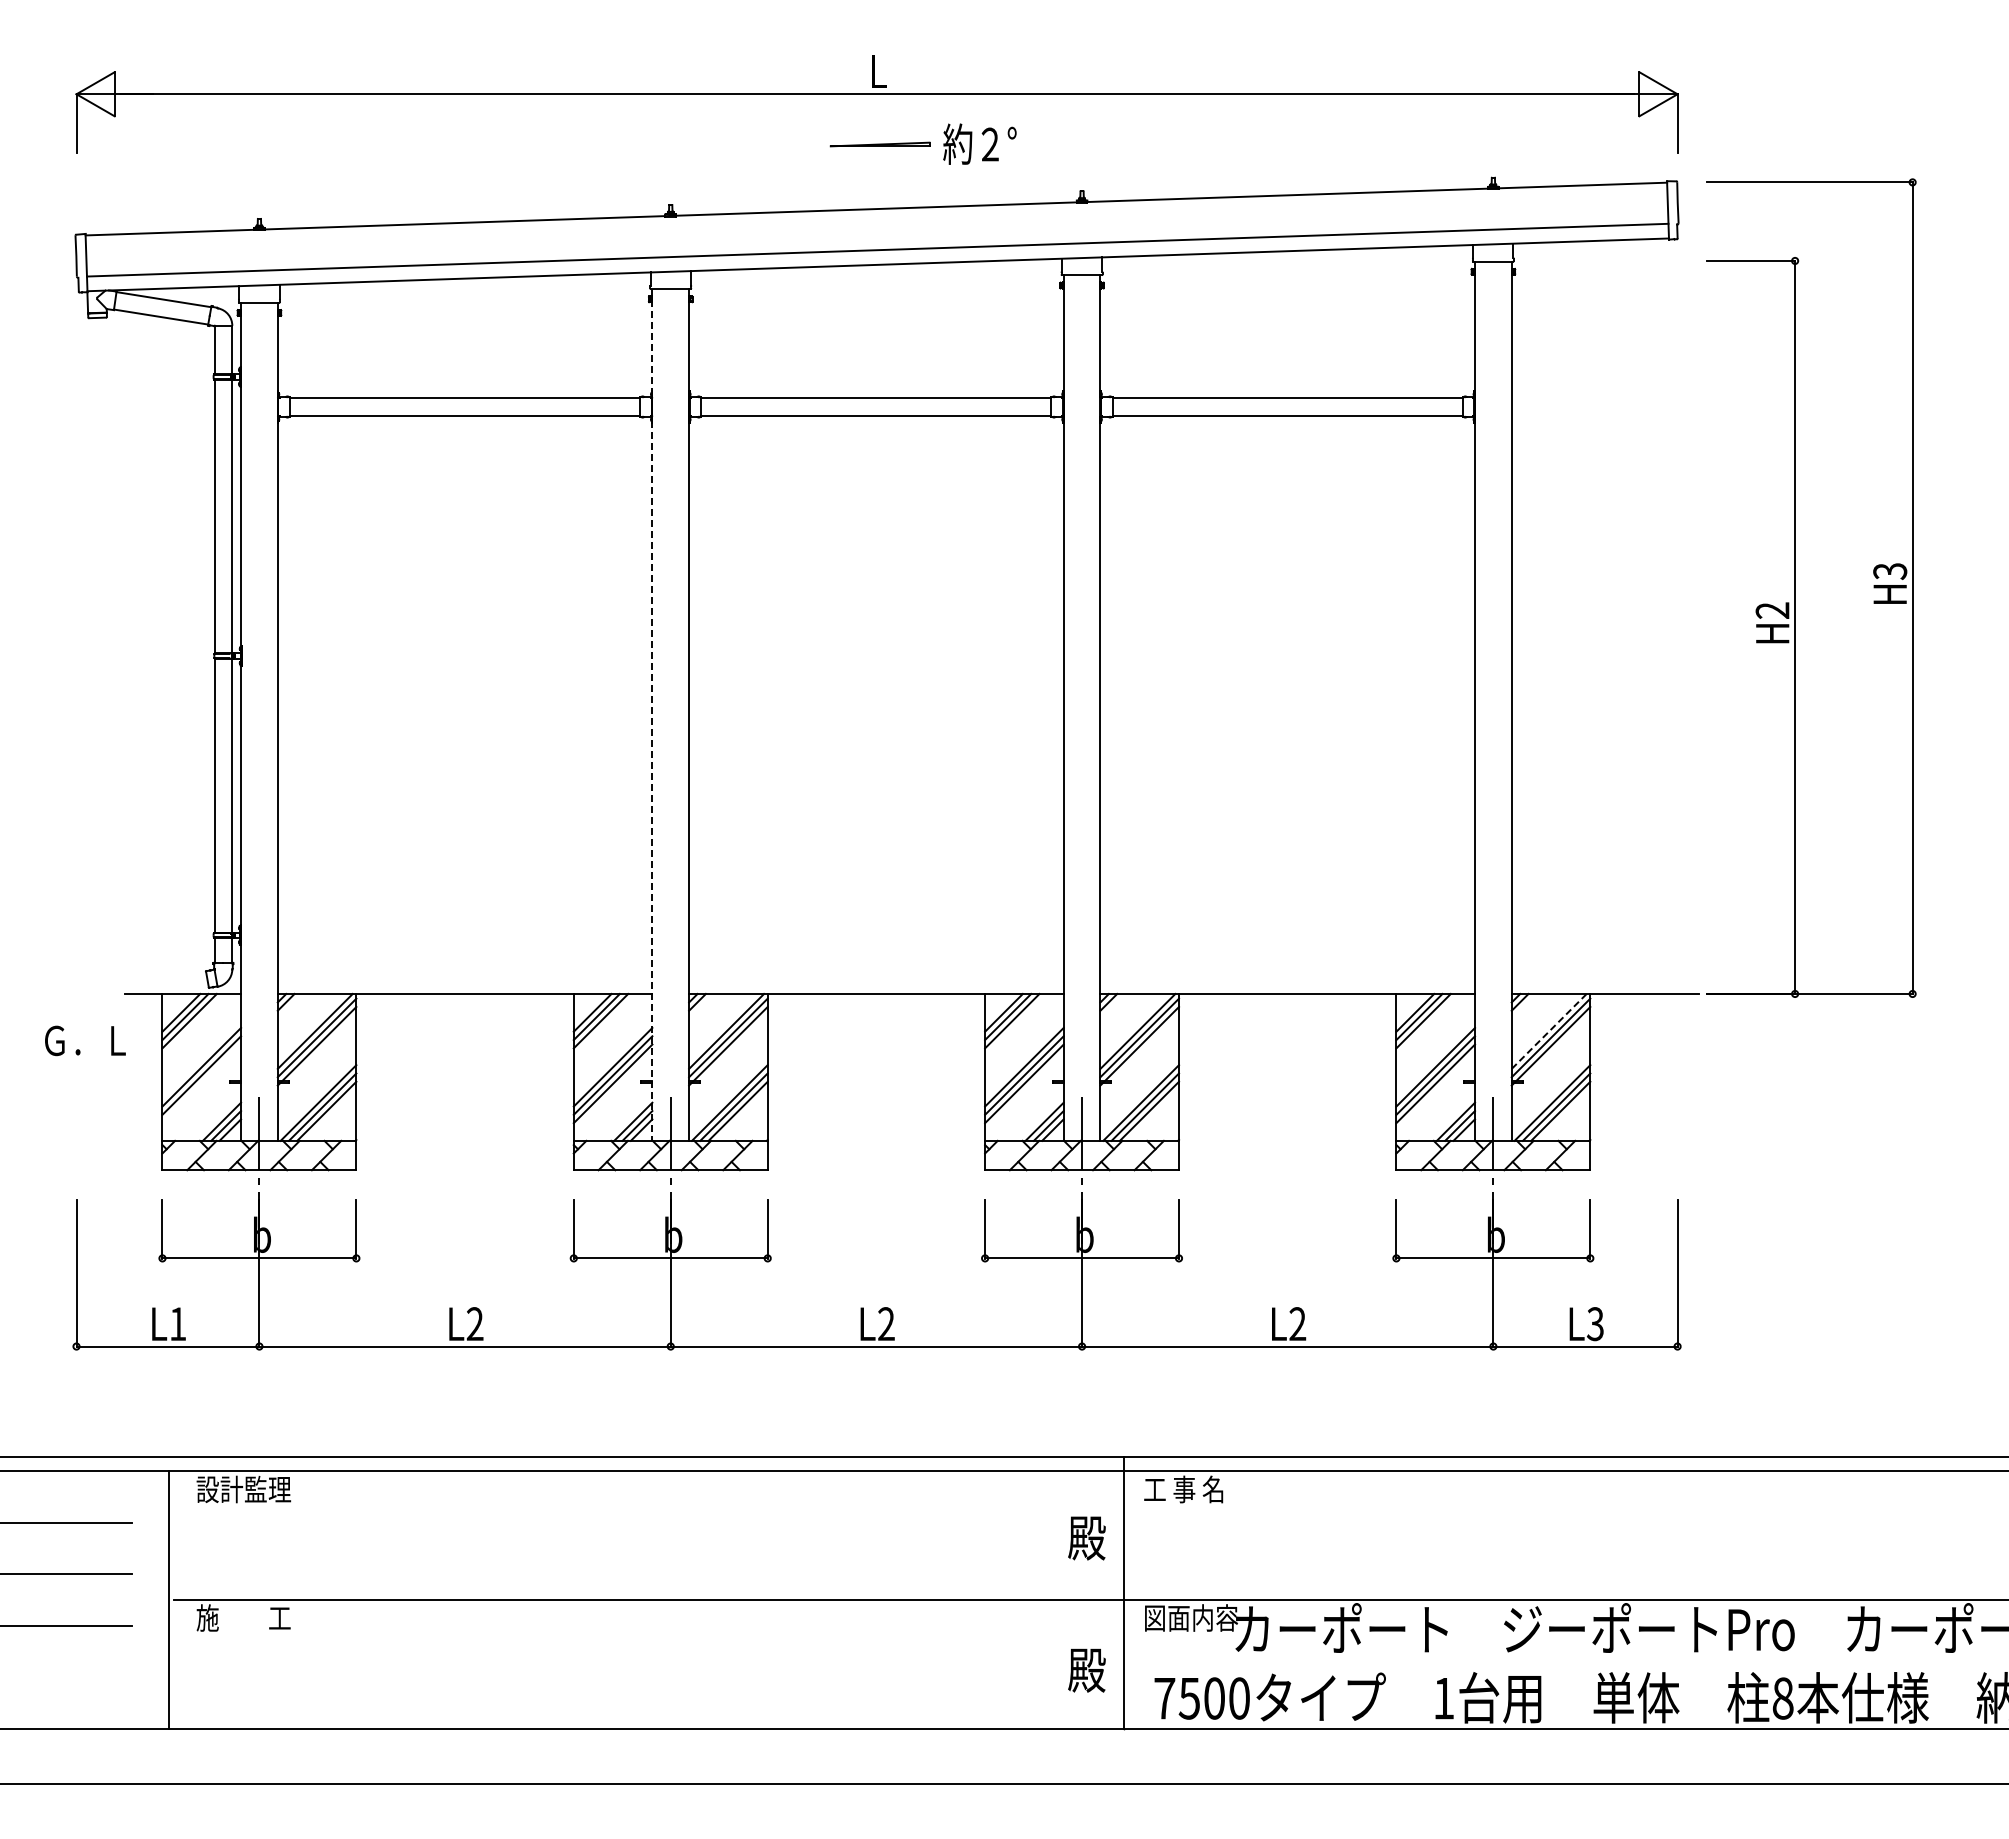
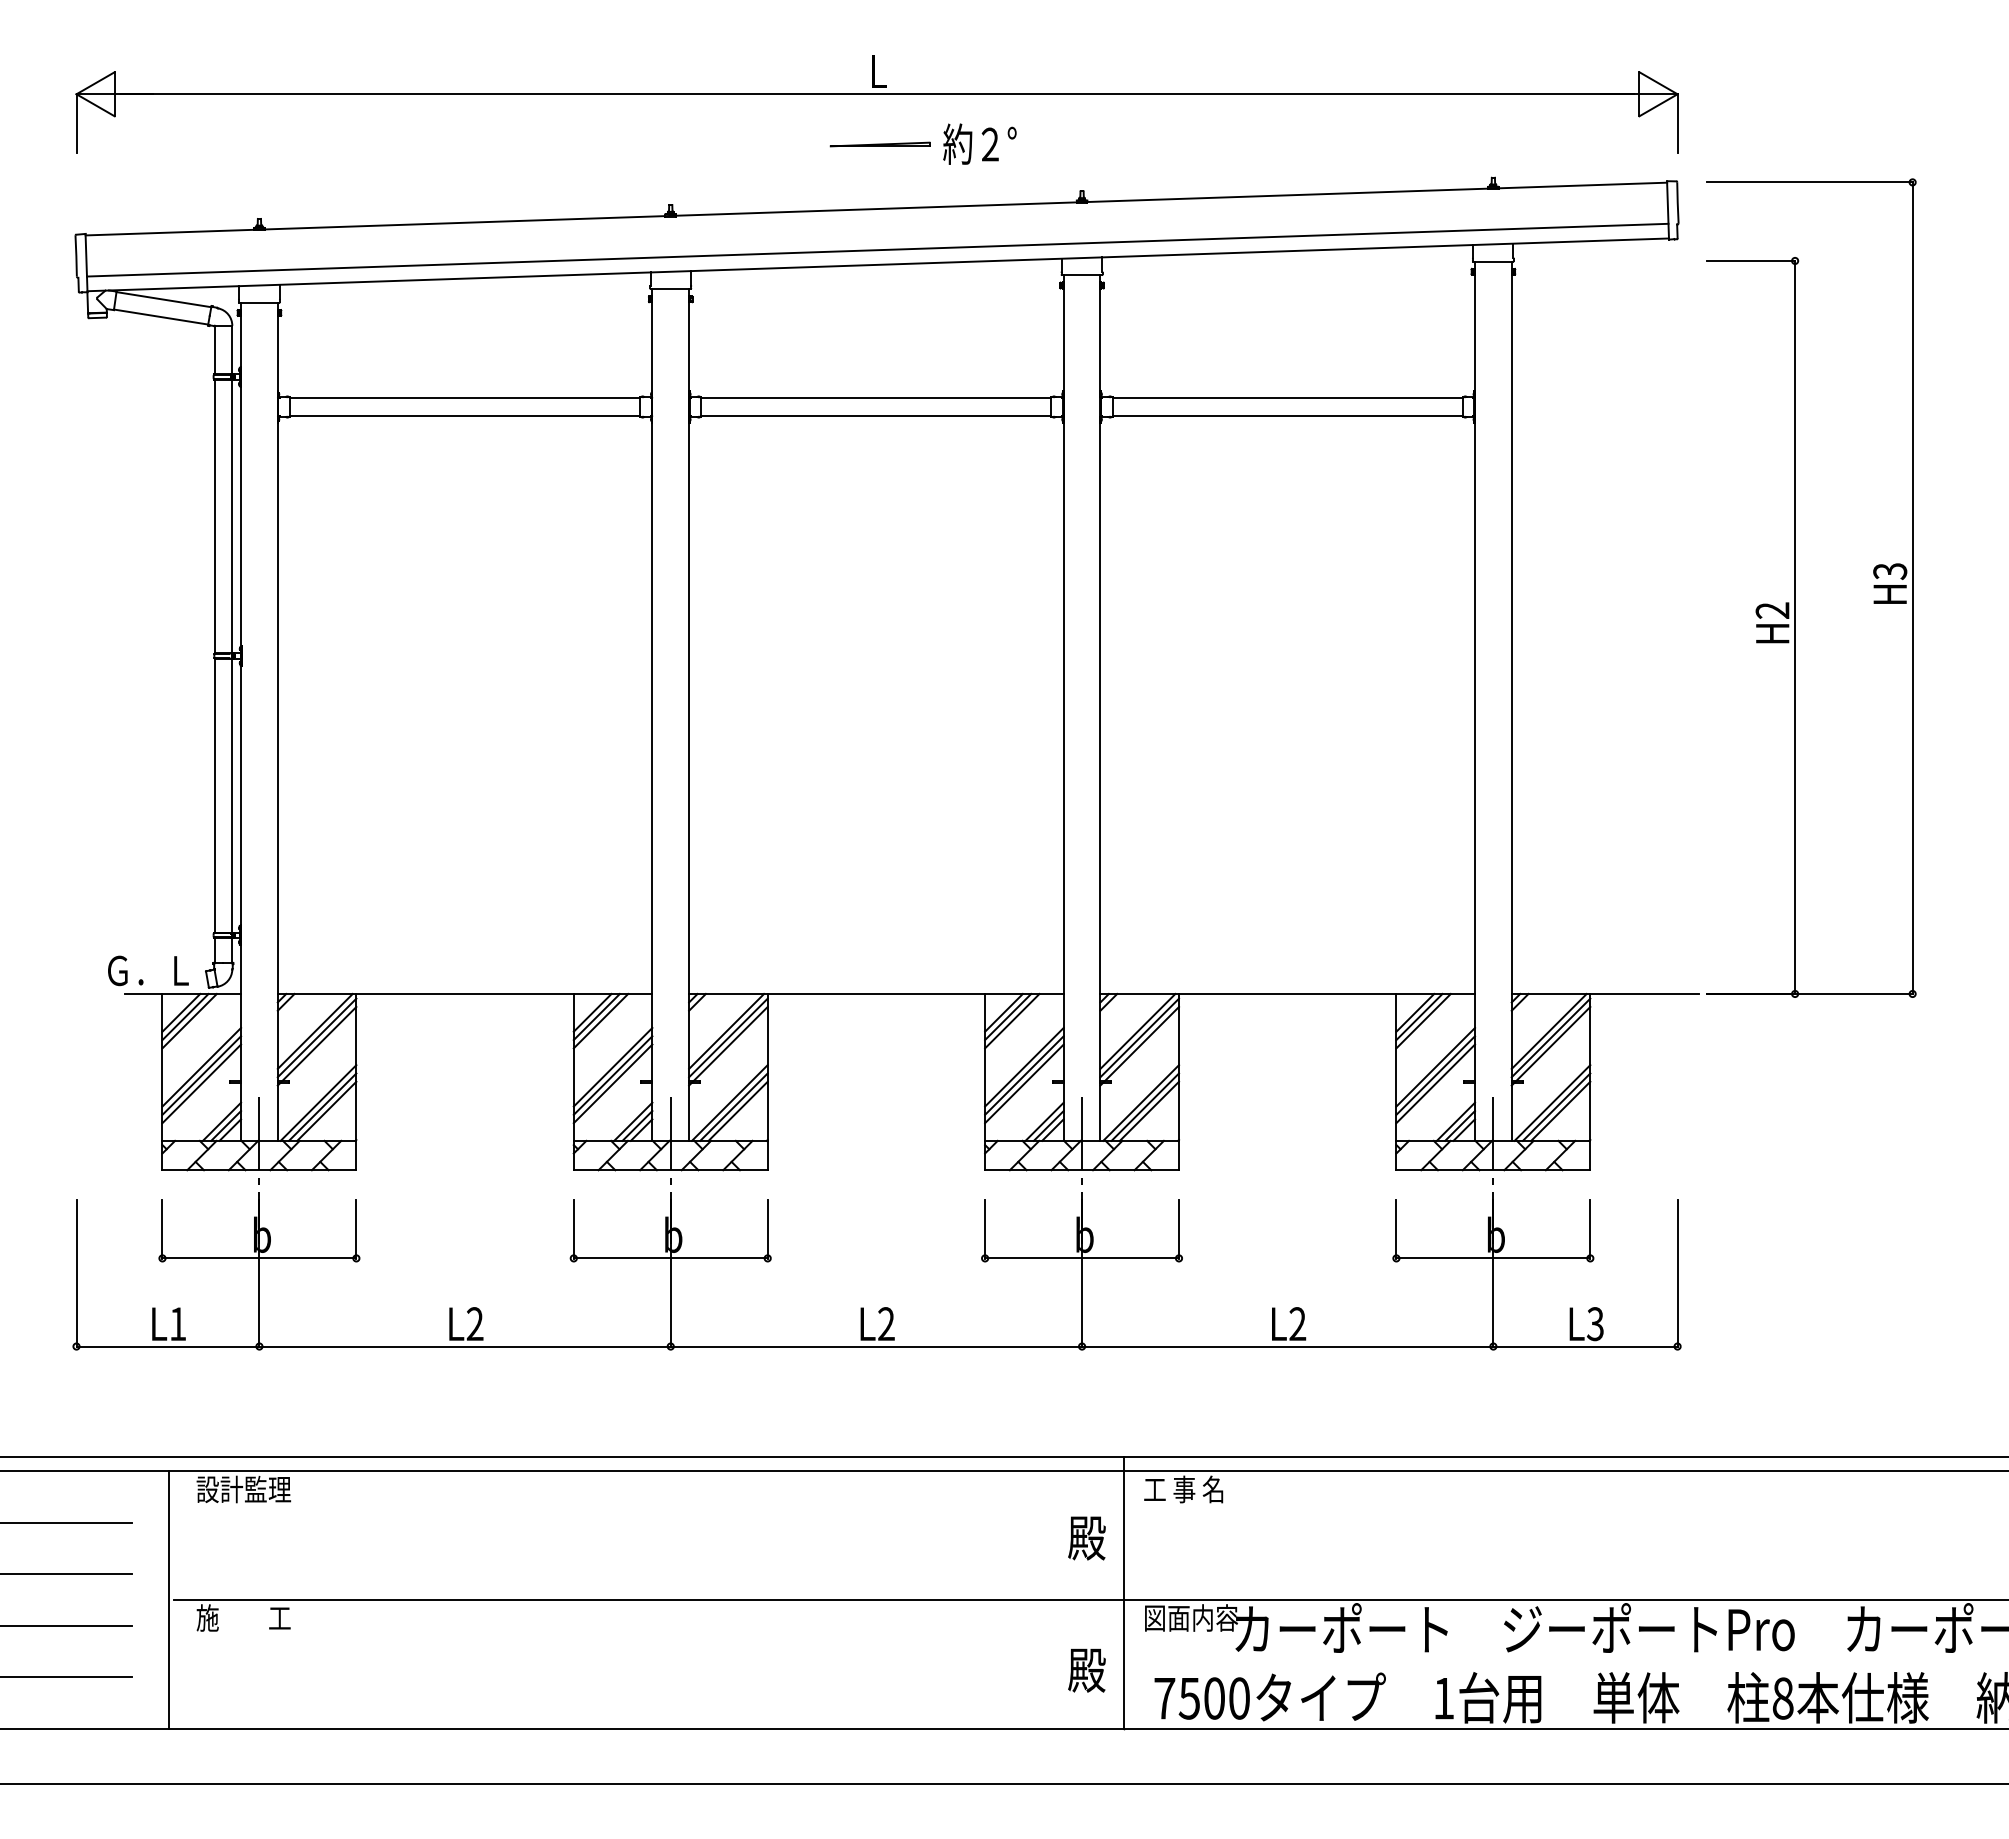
line at (652, 715): dashed -> solid
line at (1549, 1031): dashed -> solid
text at (85, 1040) position: (85, 1040) -> (148, 970)
line at (201, 1083): none -> present
line at (67, 1677): none -> present
